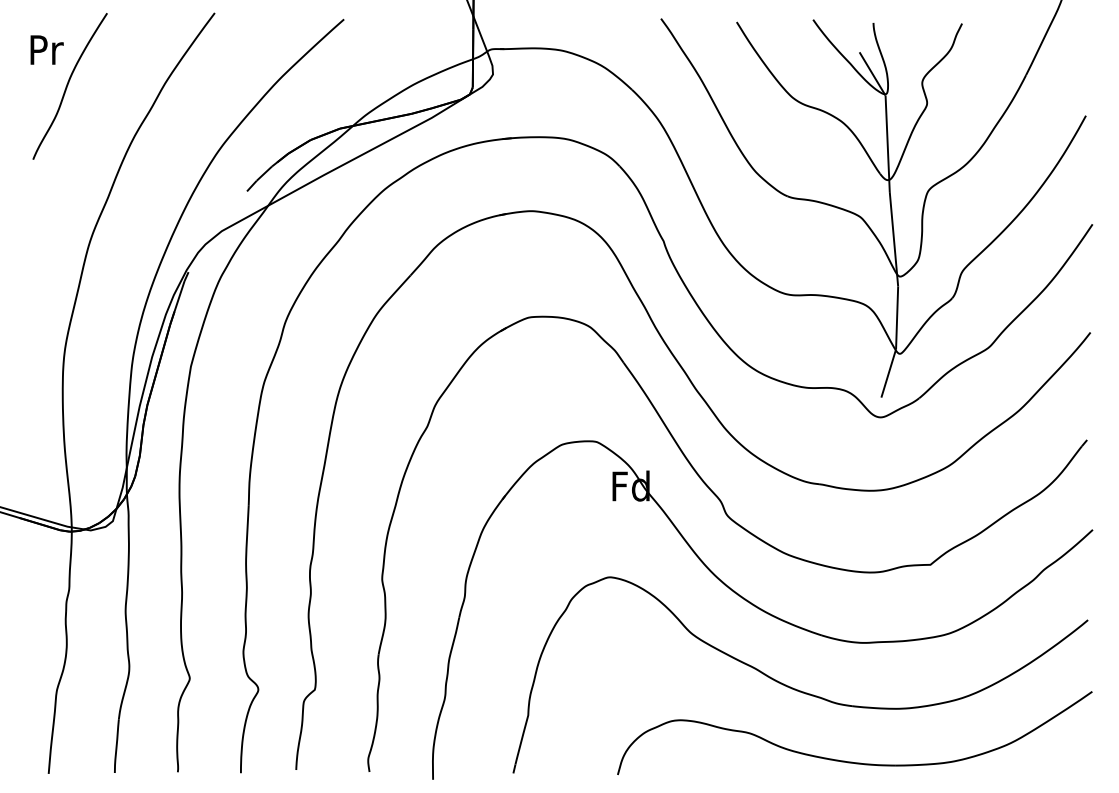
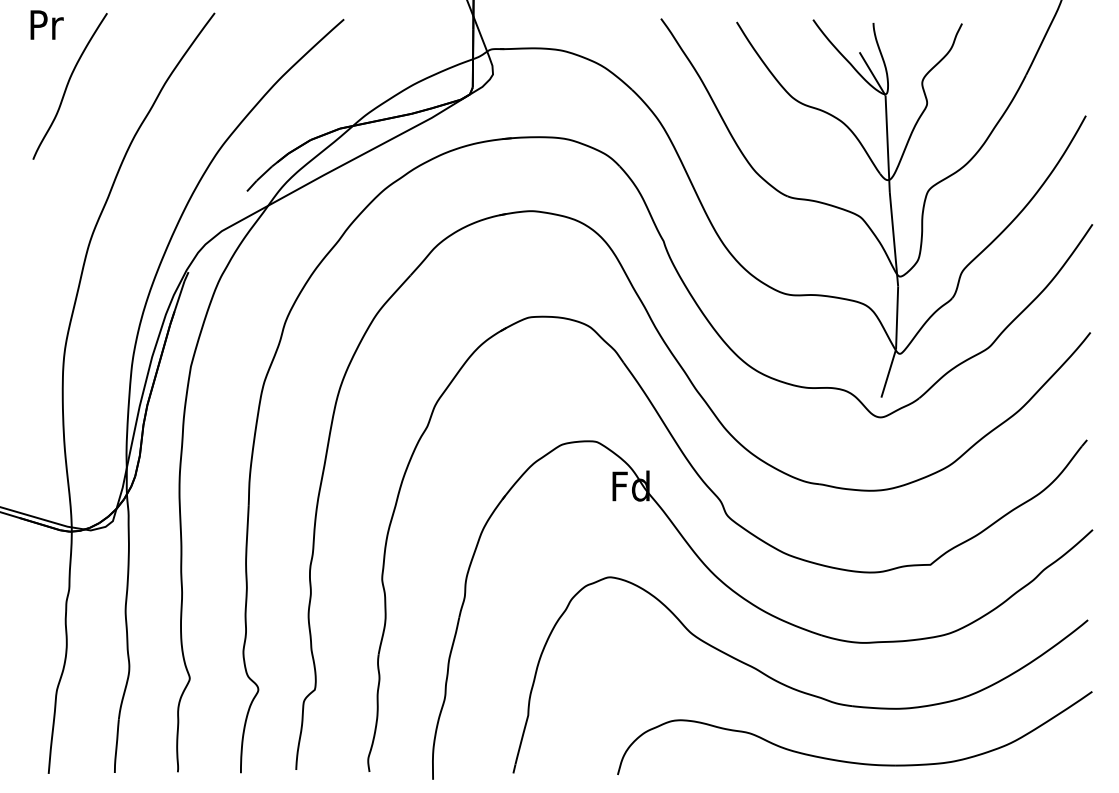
text at (46, 49) position: (46, 49) -> (46, 24)
